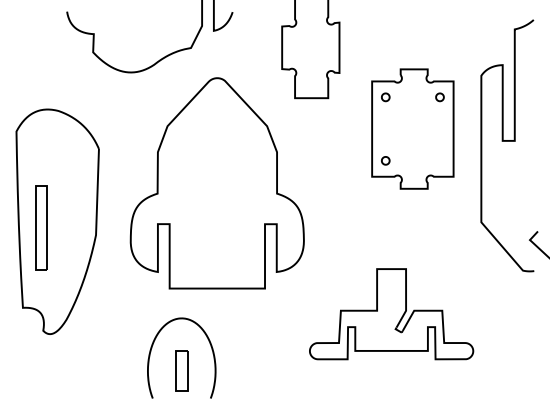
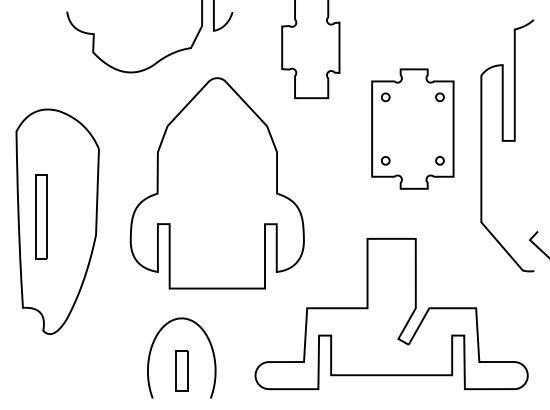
part at (439, 160): none -> present
part at (41, 227) position: (41, 227) -> (41, 216)
part at (391, 314) size: 166x93 px -> 275x153 px
